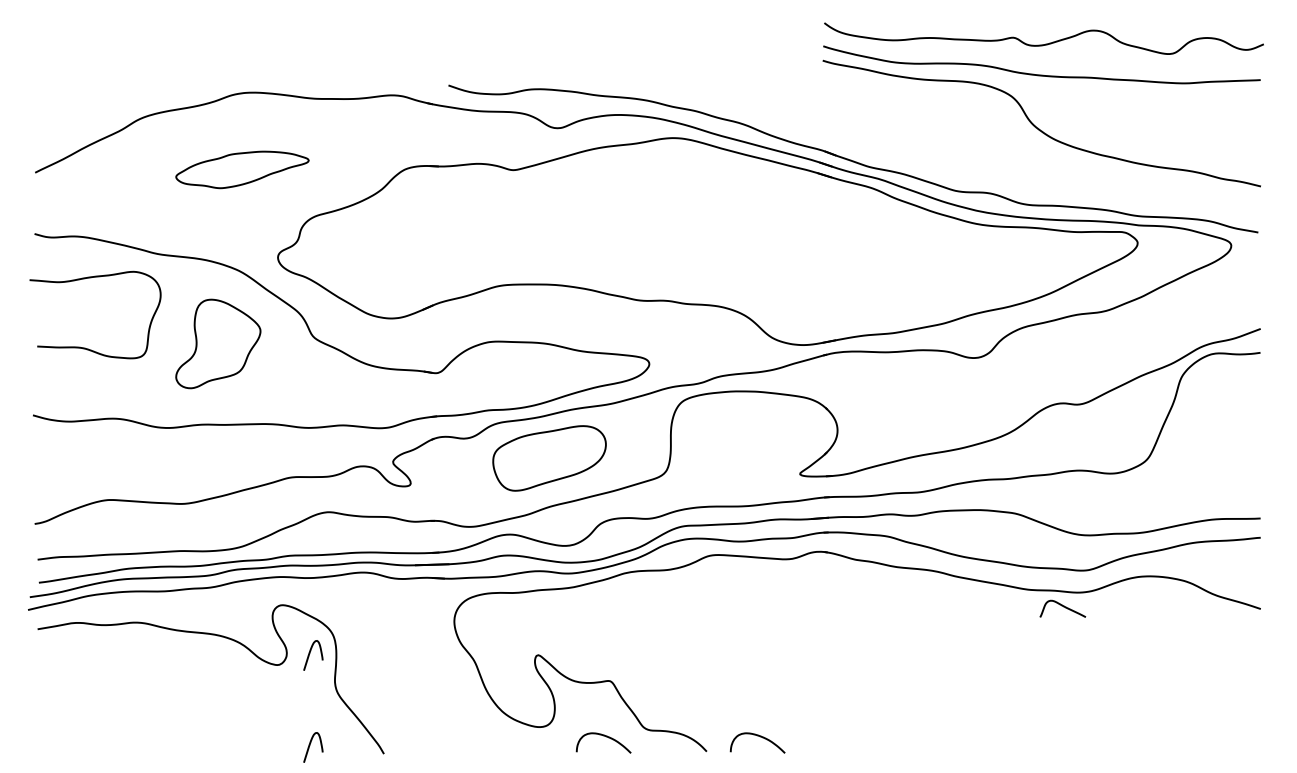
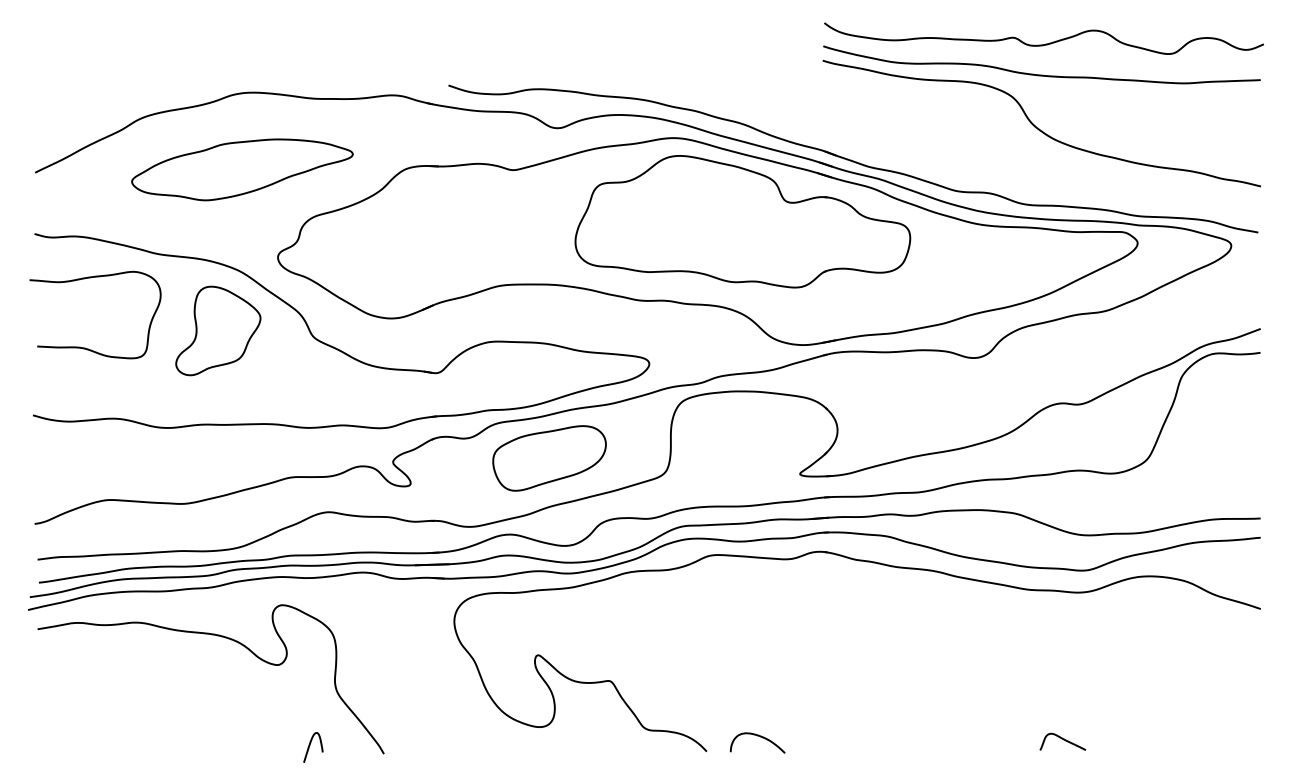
part at (242, 169) size: 135x40 px -> 223x64 px
part at (742, 221): none -> present
part at (218, 343) position: (218, 343) -> (218, 330)
curve at (1063, 607) position: (1063, 607) -> (1063, 740)
curve at (310, 653): present -> none
curve at (606, 737): present -> none
